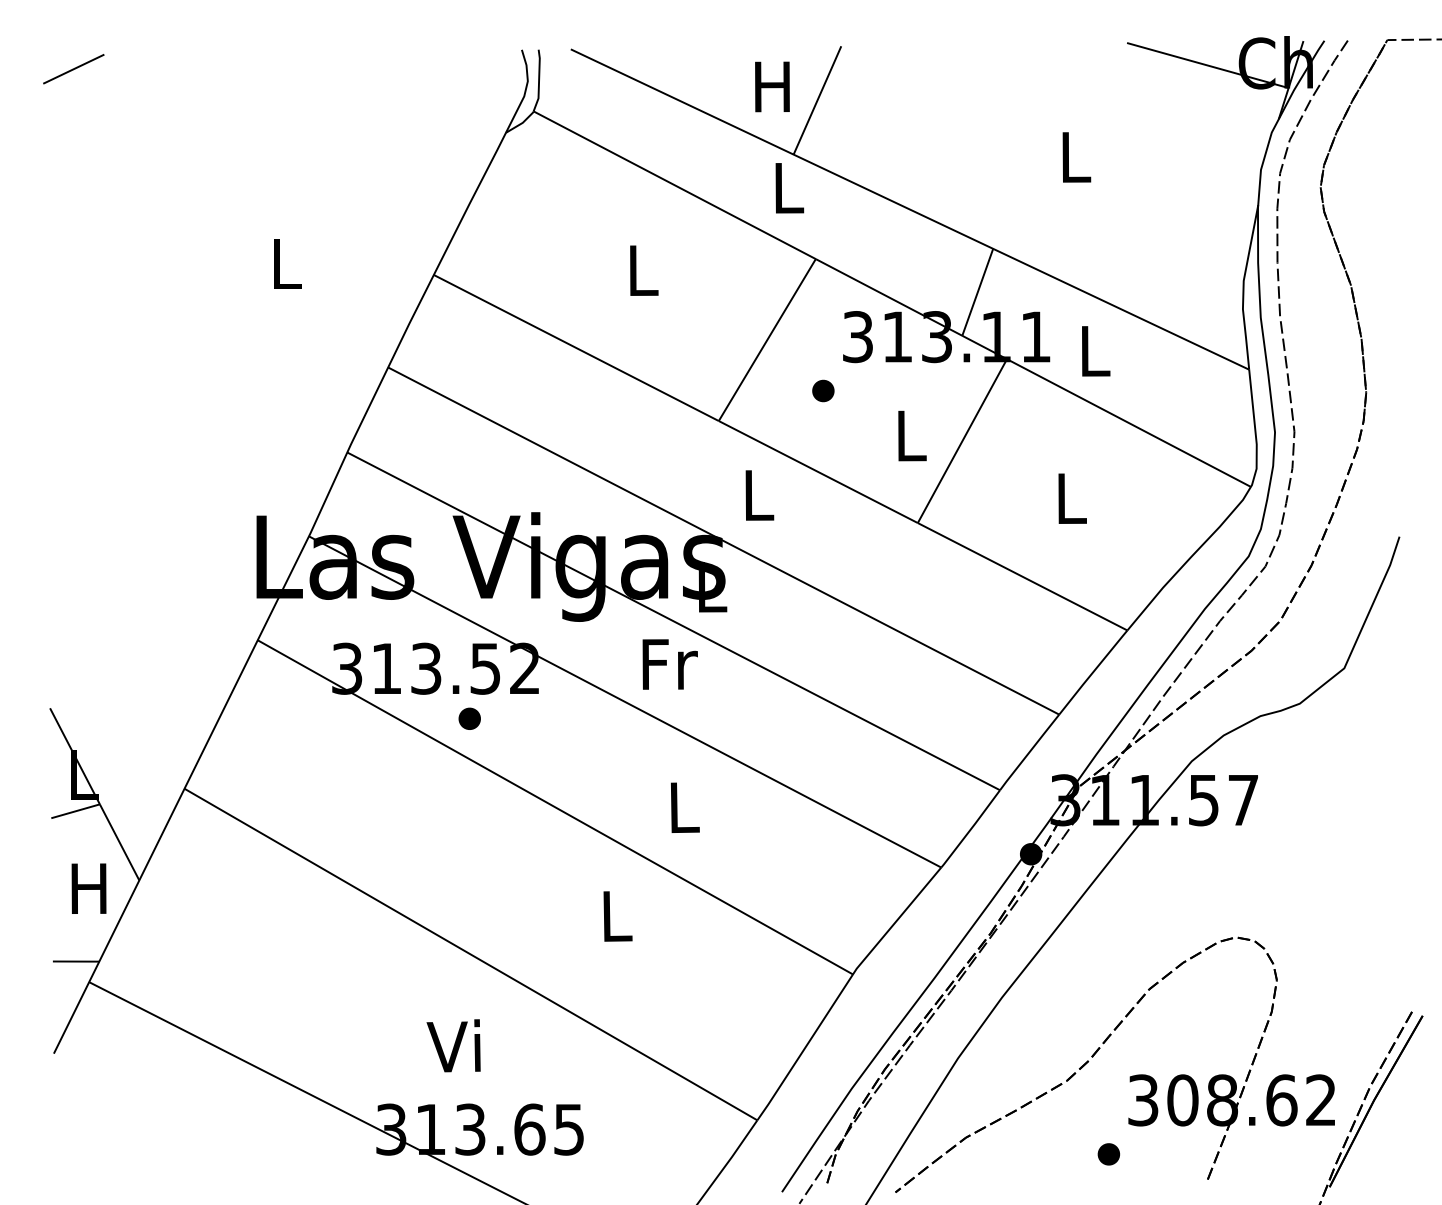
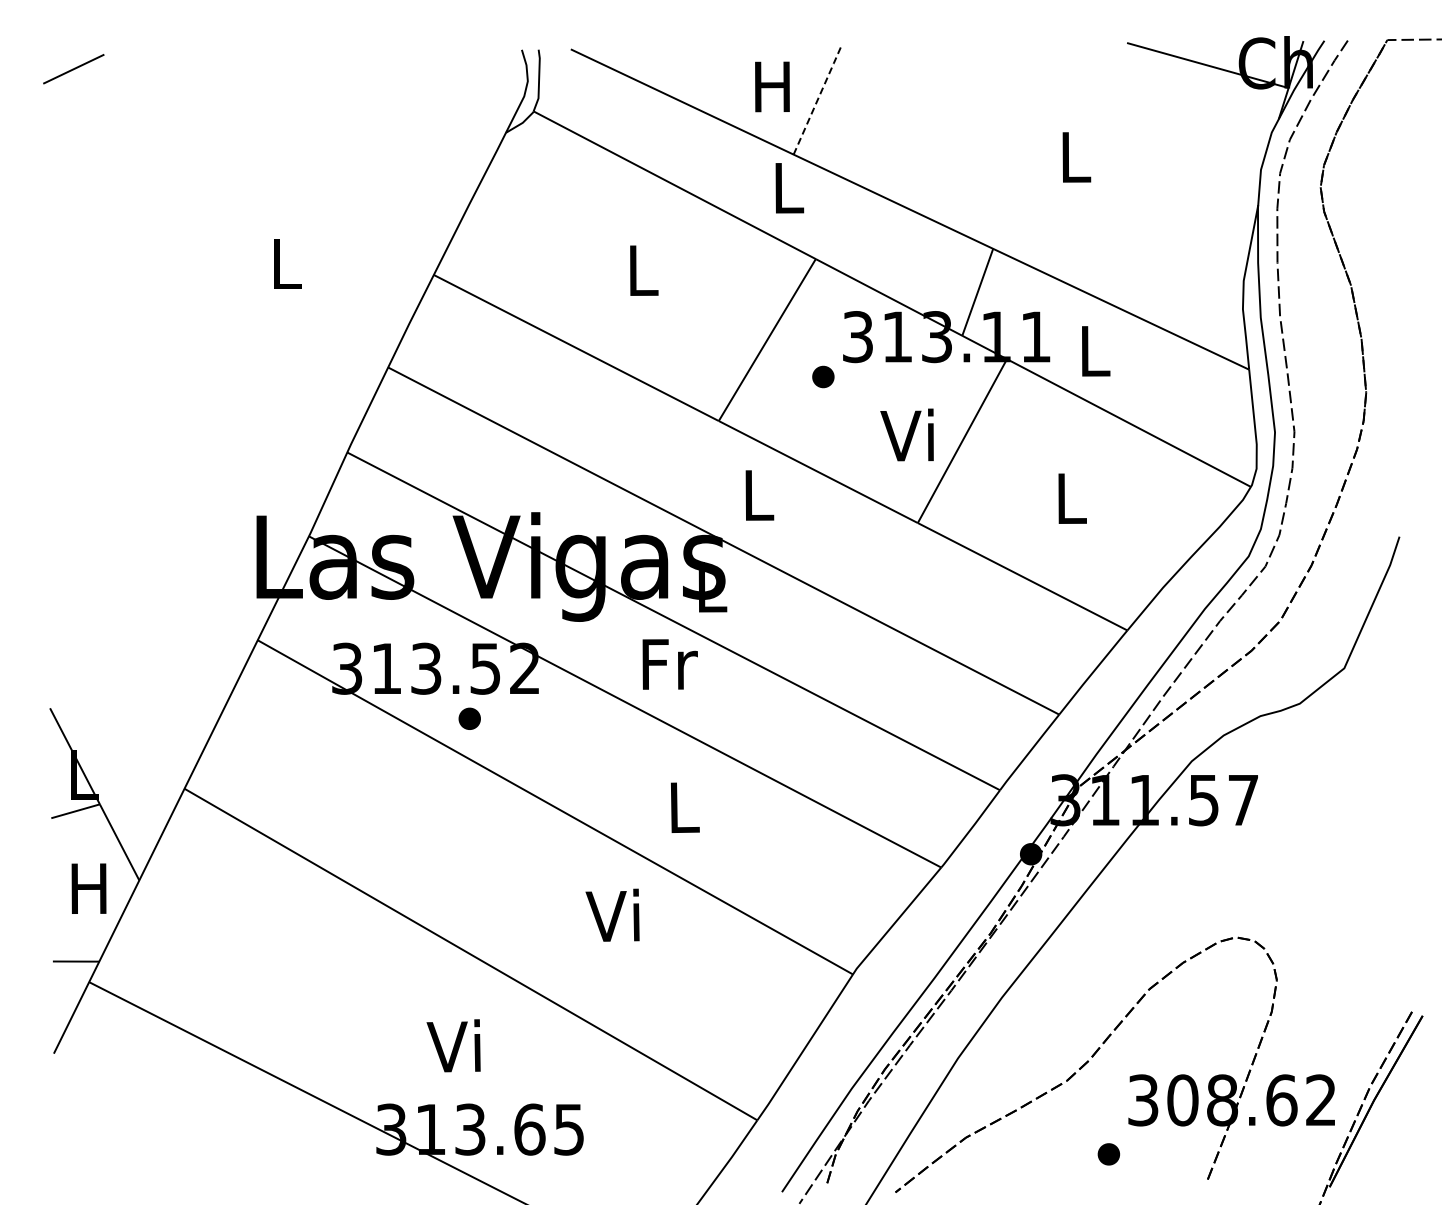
line at (817, 99): solid -> dashed
part at (823, 390) position: (823, 390) -> (823, 376)
text at (906, 434): L -> Vi
text at (612, 914): L -> Vi
